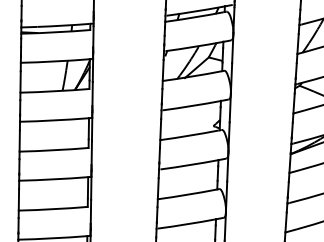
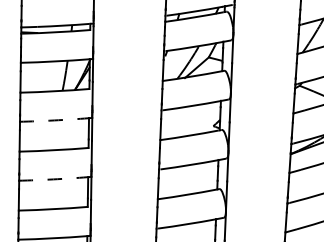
arc at (54, 120): solid -> dashed
arc at (53, 179): solid -> dashed
